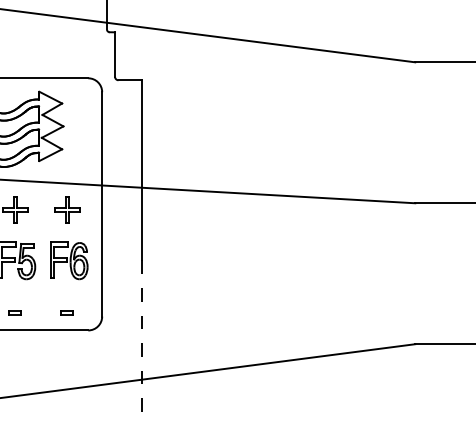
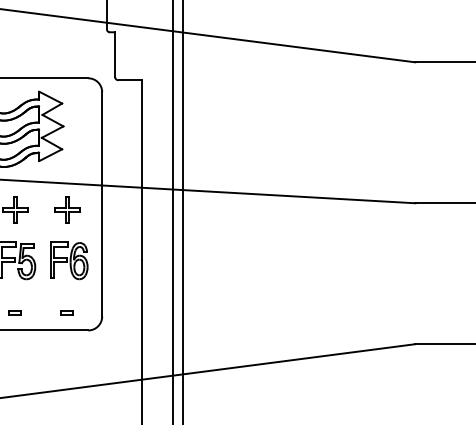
line at (173, 211): none -> present
line at (183, 211): none -> present
line at (141, 342): dashed -> solid
